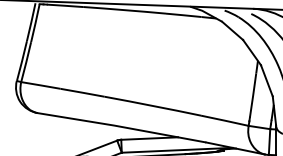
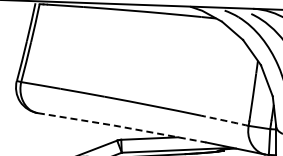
arc at (224, 120): solid -> dashed
line at (121, 126): solid -> dashed
